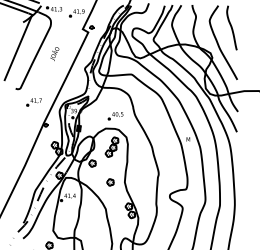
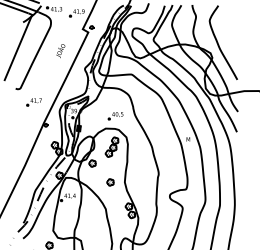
curve at (231, 27): present -> none
text at (54, 54) position: (54, 54) -> (60, 51)
